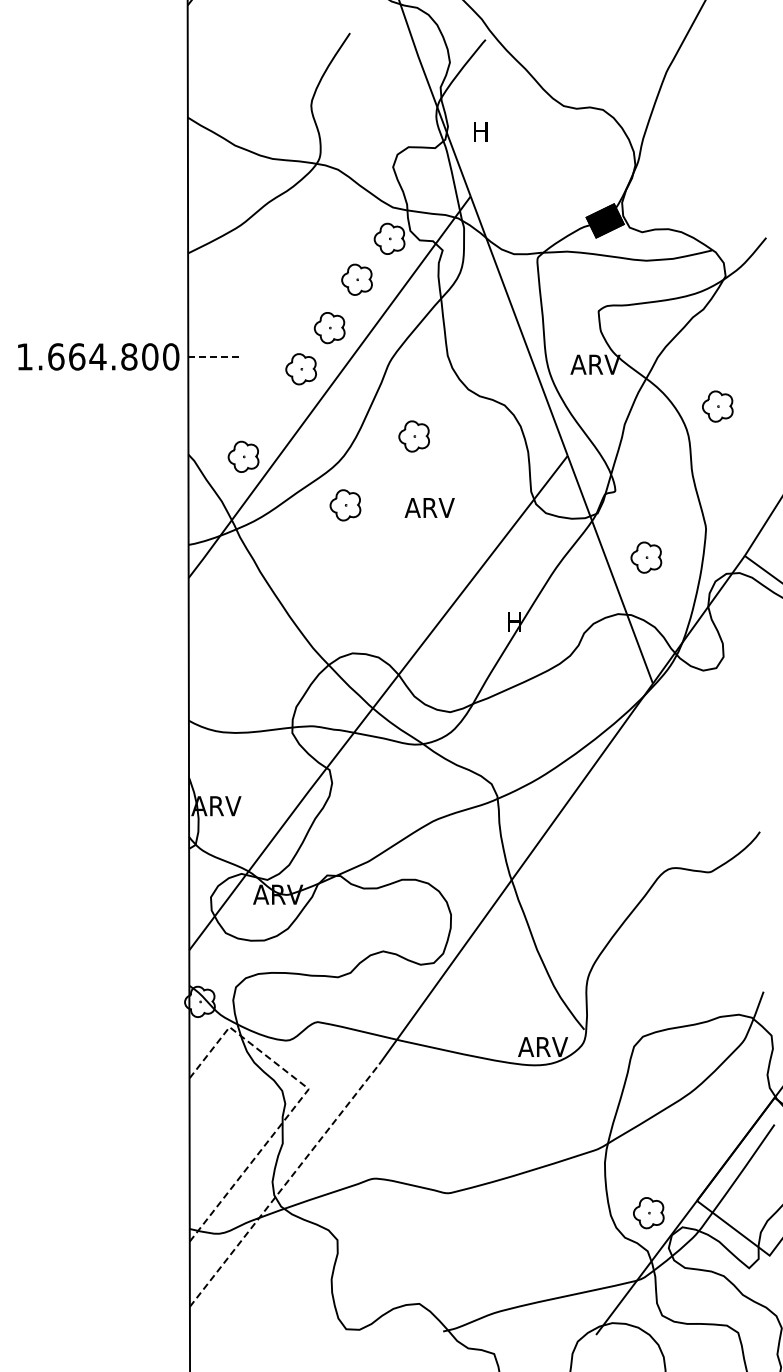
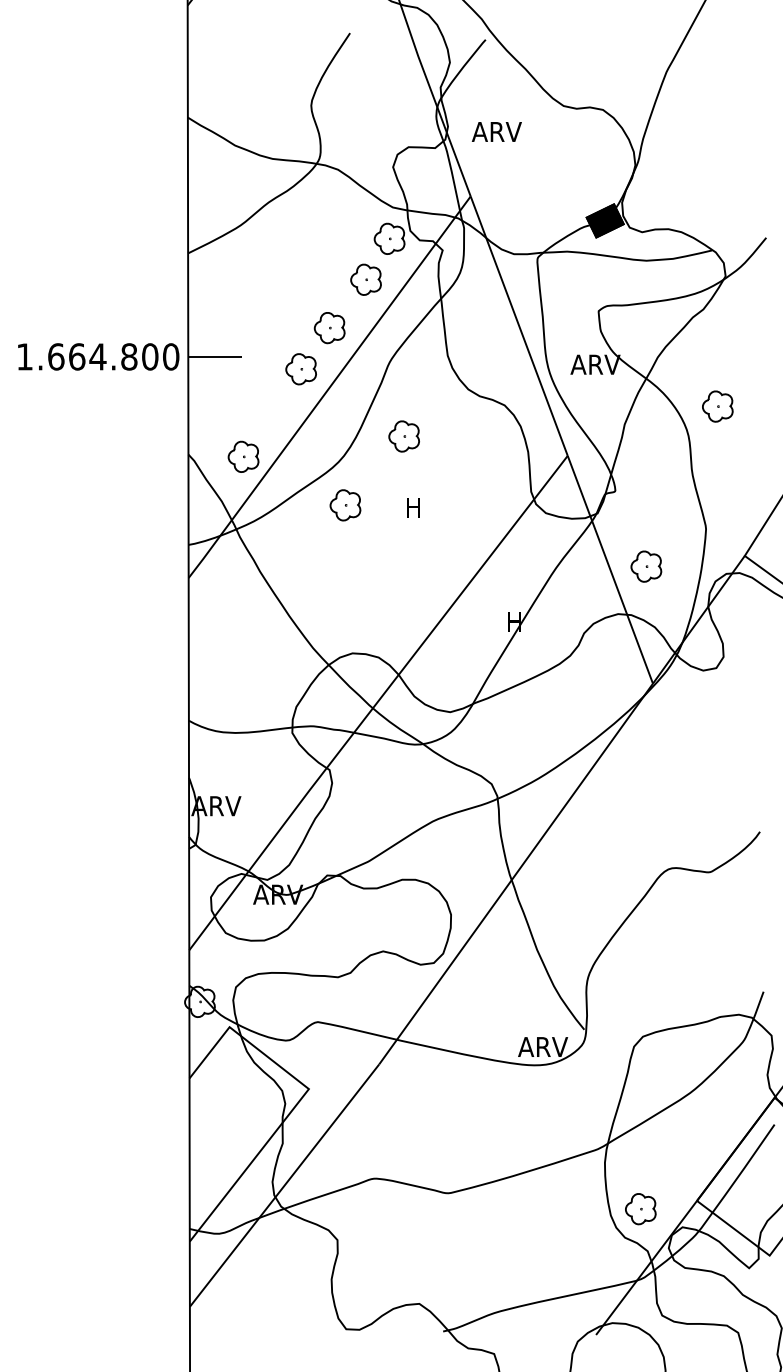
text at (496, 131): H -> ARV
part at (356, 279) position: (356, 279) -> (365, 279)
line at (214, 356): dashed -> solid
part at (413, 436) position: (413, 436) -> (403, 436)
text at (429, 507): ARV -> H
part at (646, 557) position: (646, 557) -> (646, 566)
line at (301, 1098): dashed -> solid
line at (284, 1185): dashed -> solid
part at (648, 1213) position: (648, 1213) -> (640, 1209)
